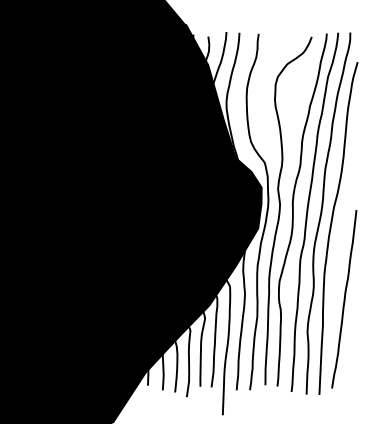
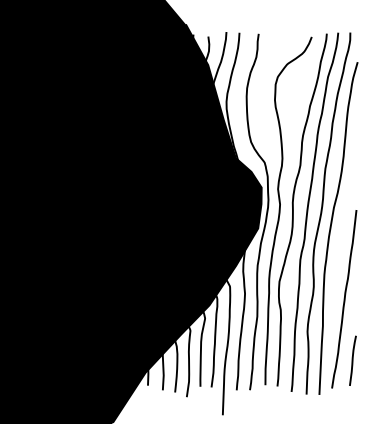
line at (352, 360): none -> present
